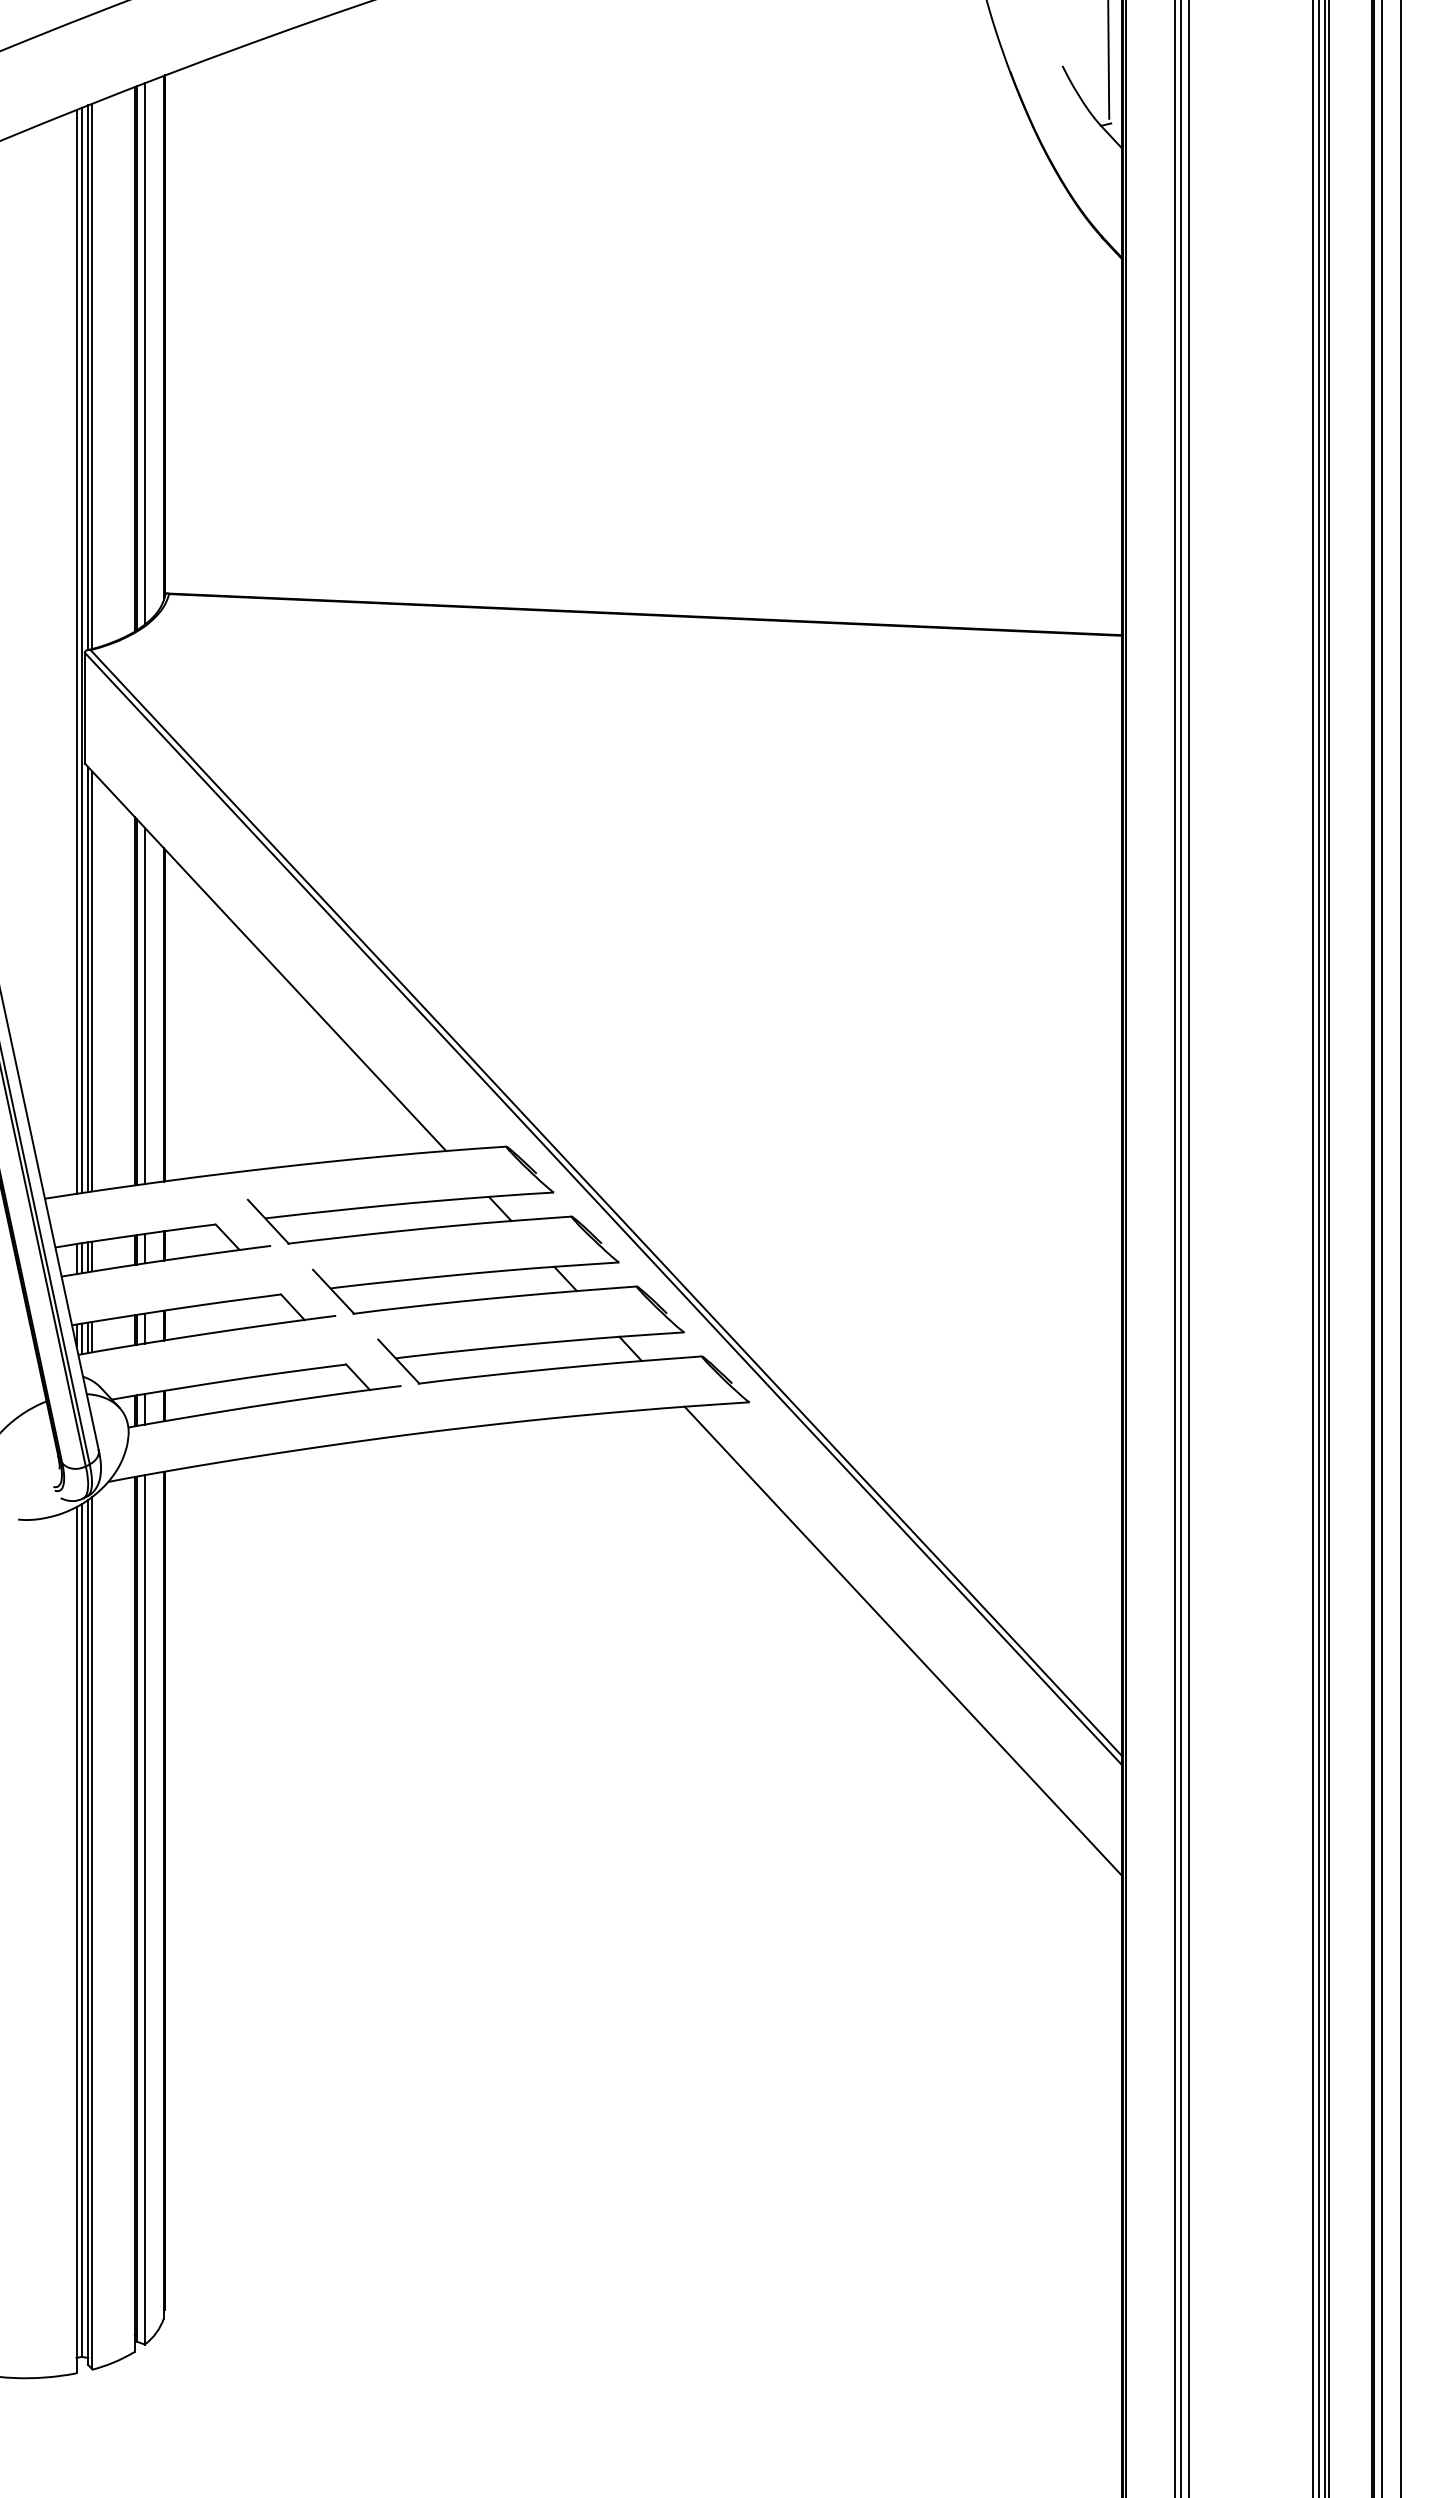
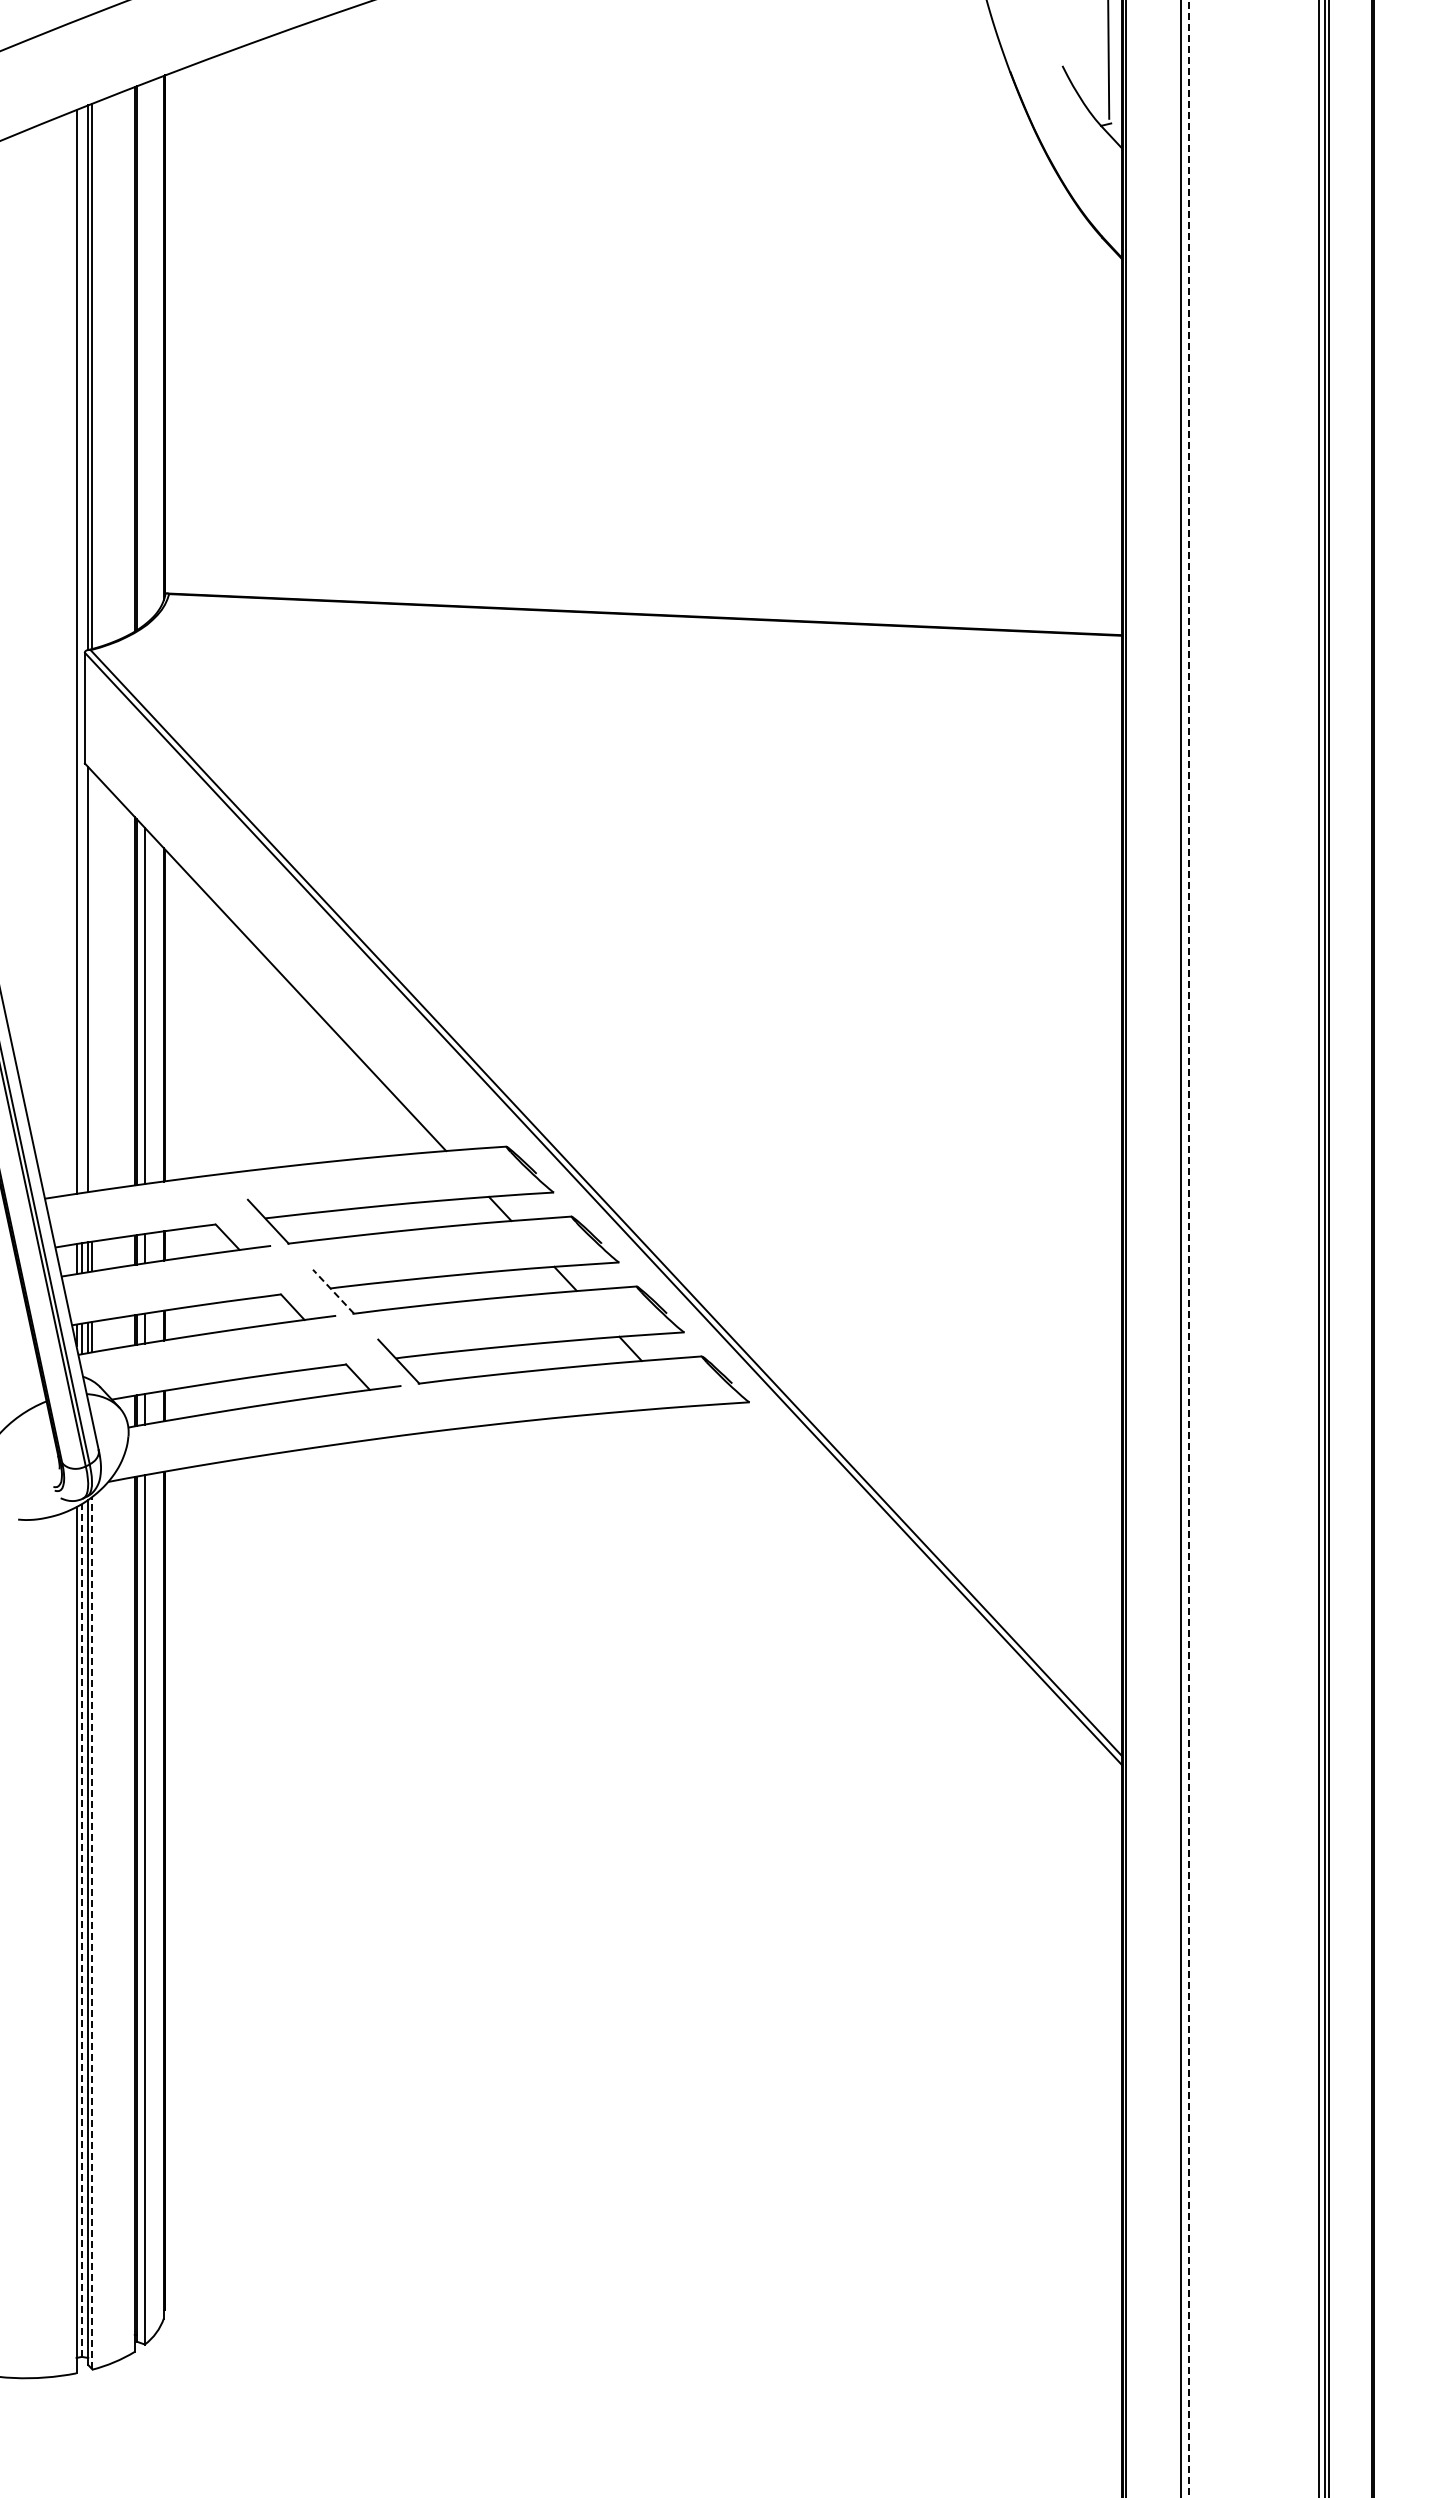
line at (144, 353): present -> none
line at (81, 649): present -> none
line at (92, 981): present -> none
line at (1174, 1248): present -> none
line at (1189, 1248): solid -> dashed
line at (1313, 1248): present -> none
line at (1381, 1248): present -> none
line at (1400, 1248): present -> none
line at (333, 1291): solid -> dashed
line at (903, 1641): present -> none
line at (81, 1929): solid -> dashed
line at (92, 1932): solid -> dashed
